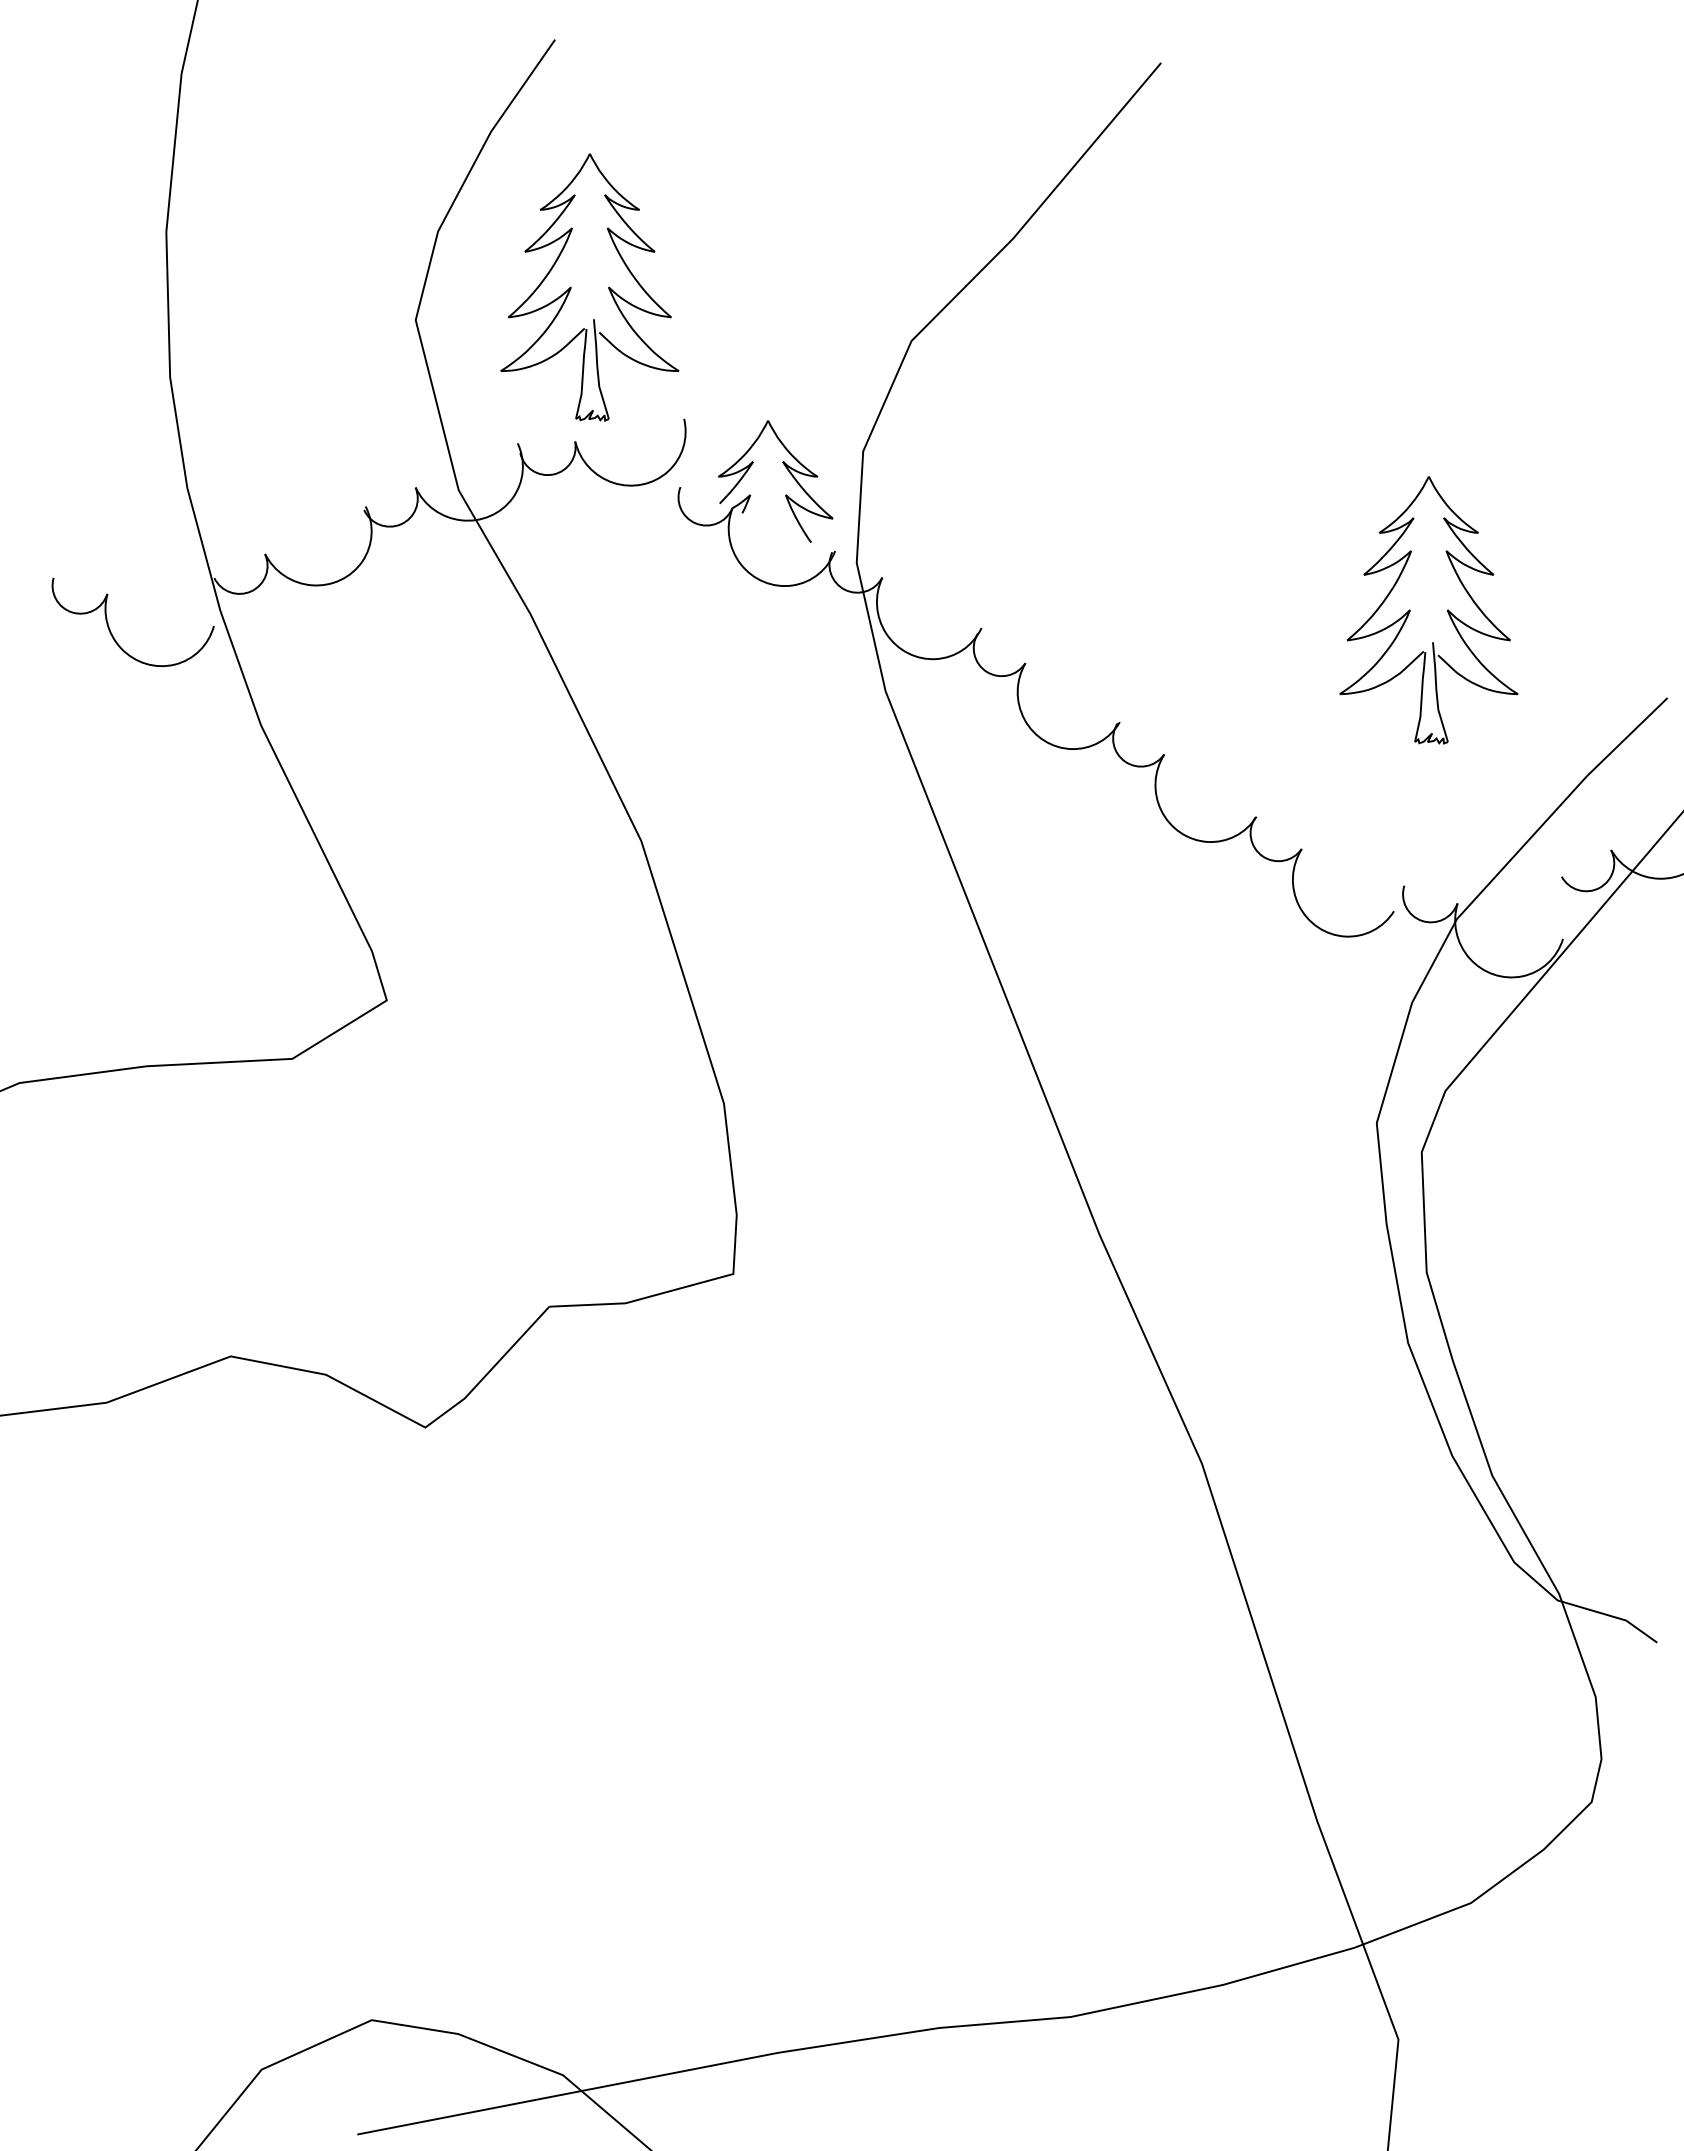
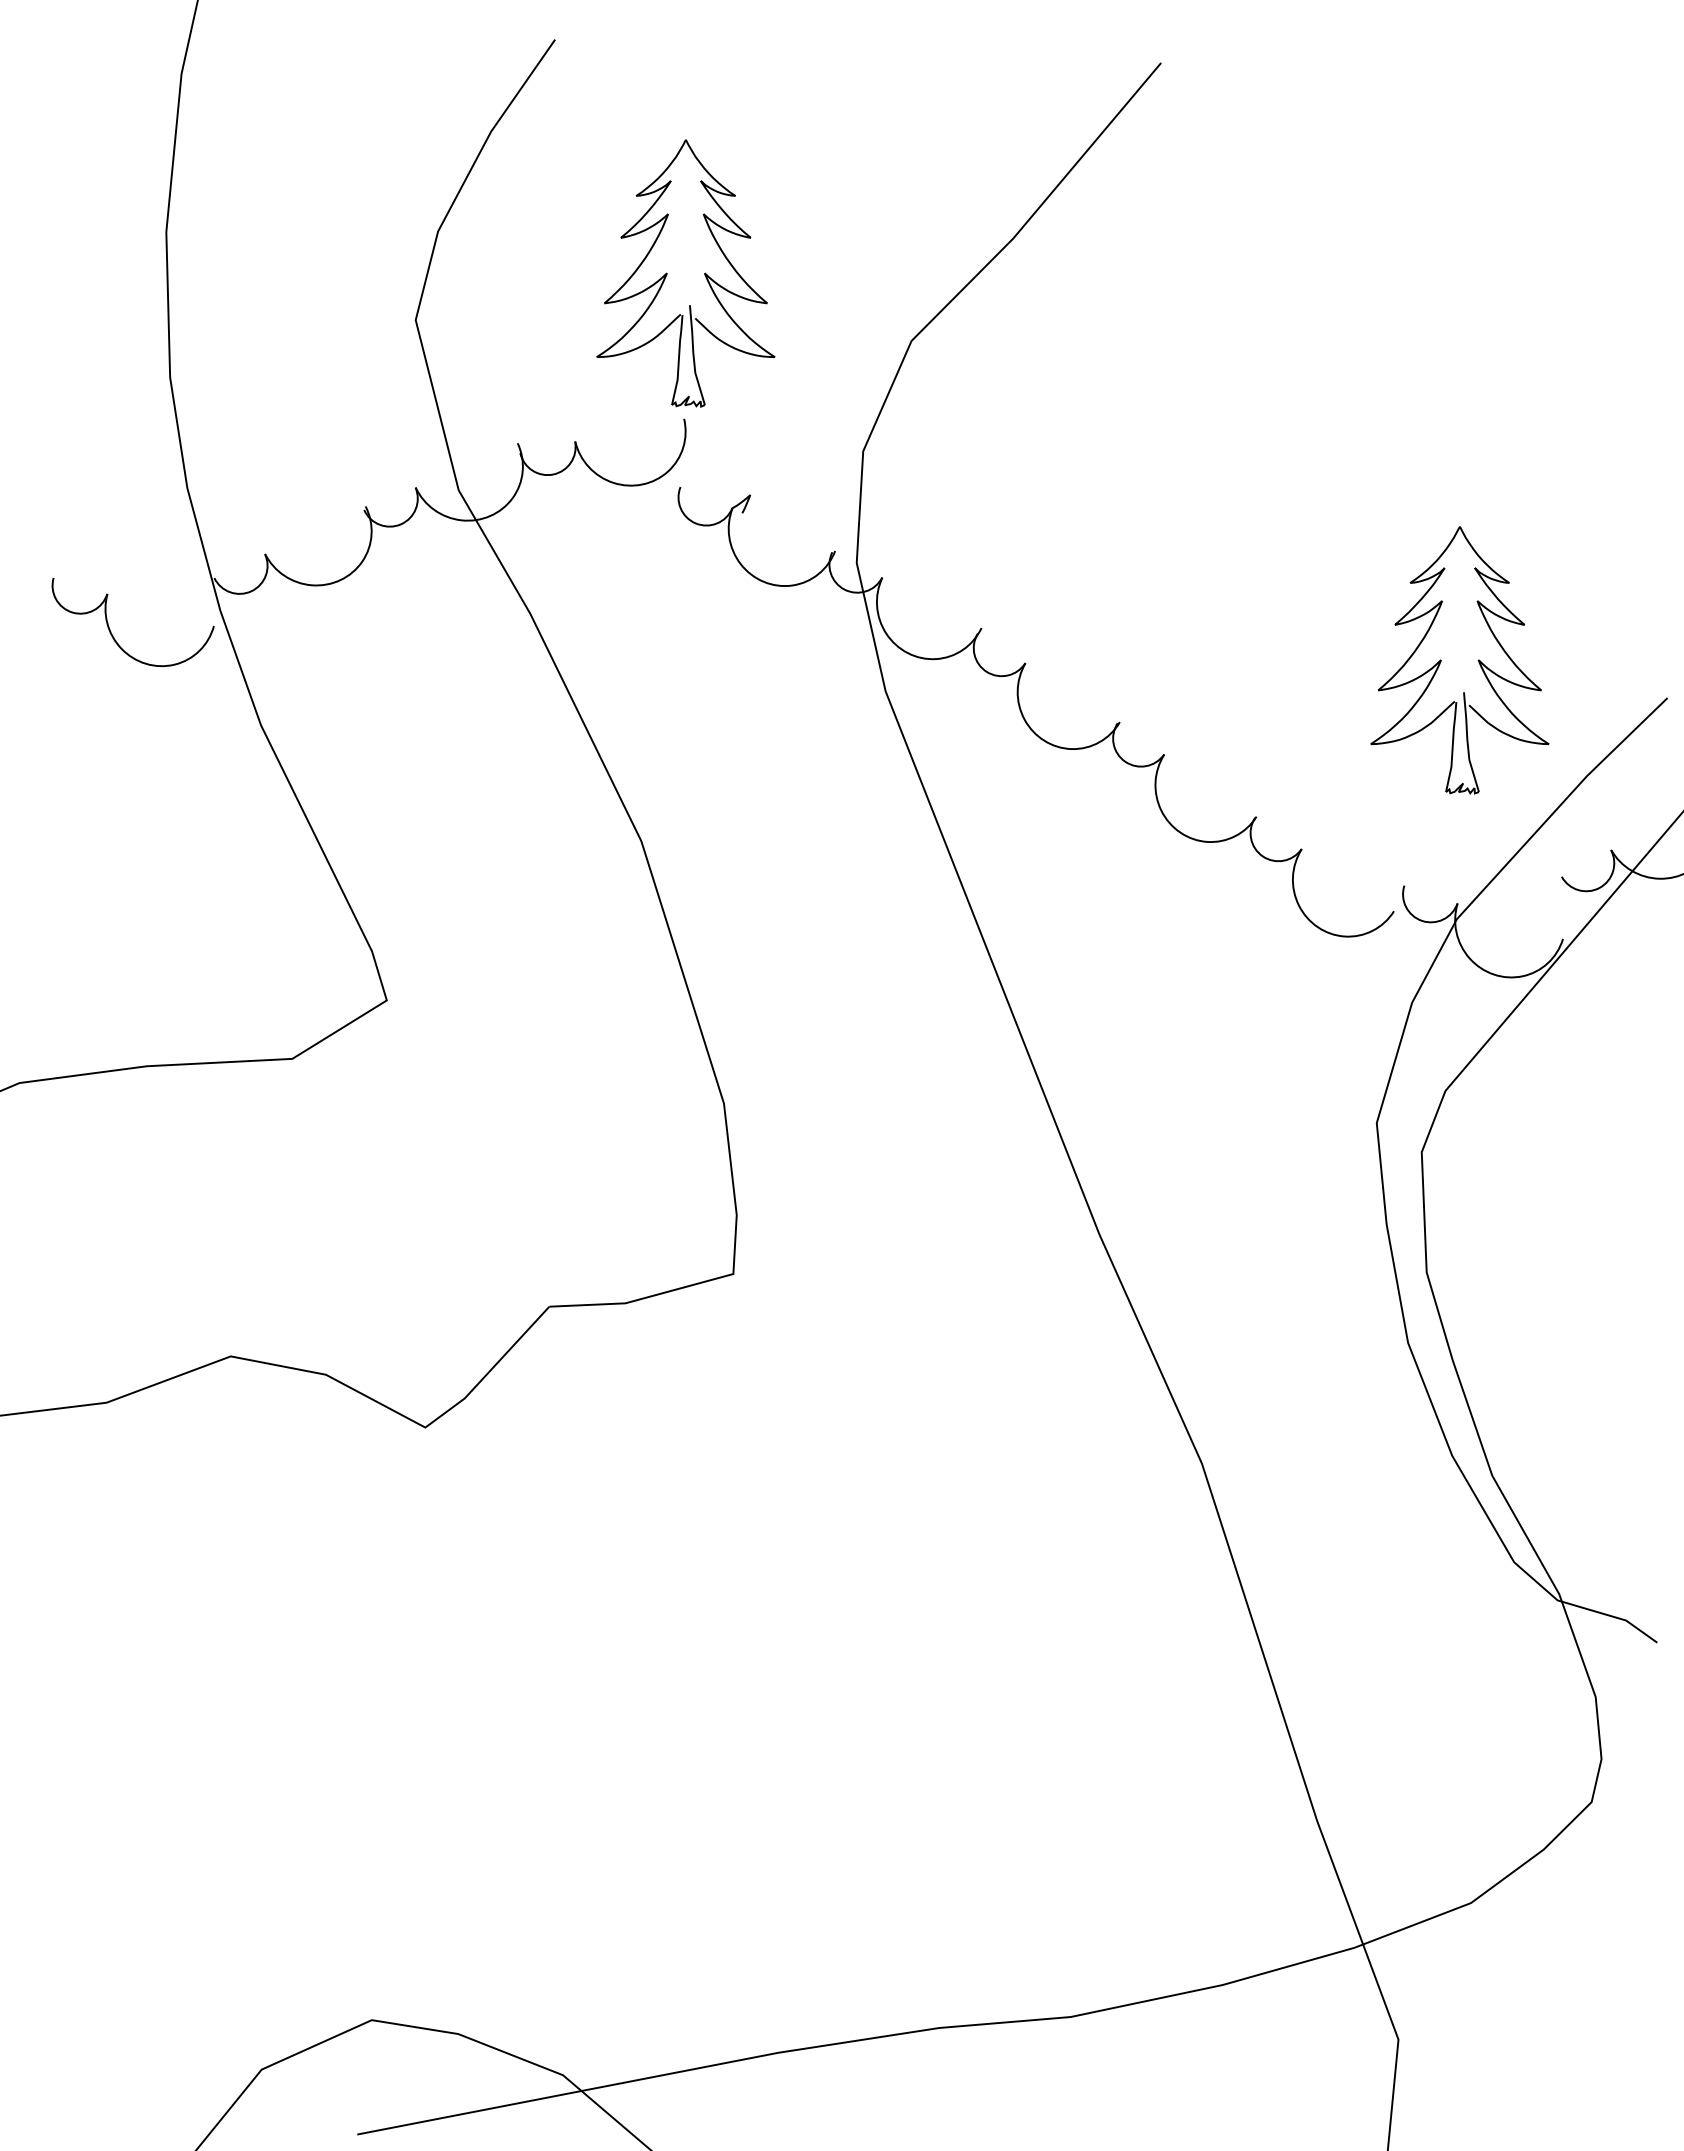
part at (571, 287) position: (571, 287) -> (667, 273)
part at (789, 473): present -> none
part at (1410, 610) position: (1410, 610) -> (1441, 660)
